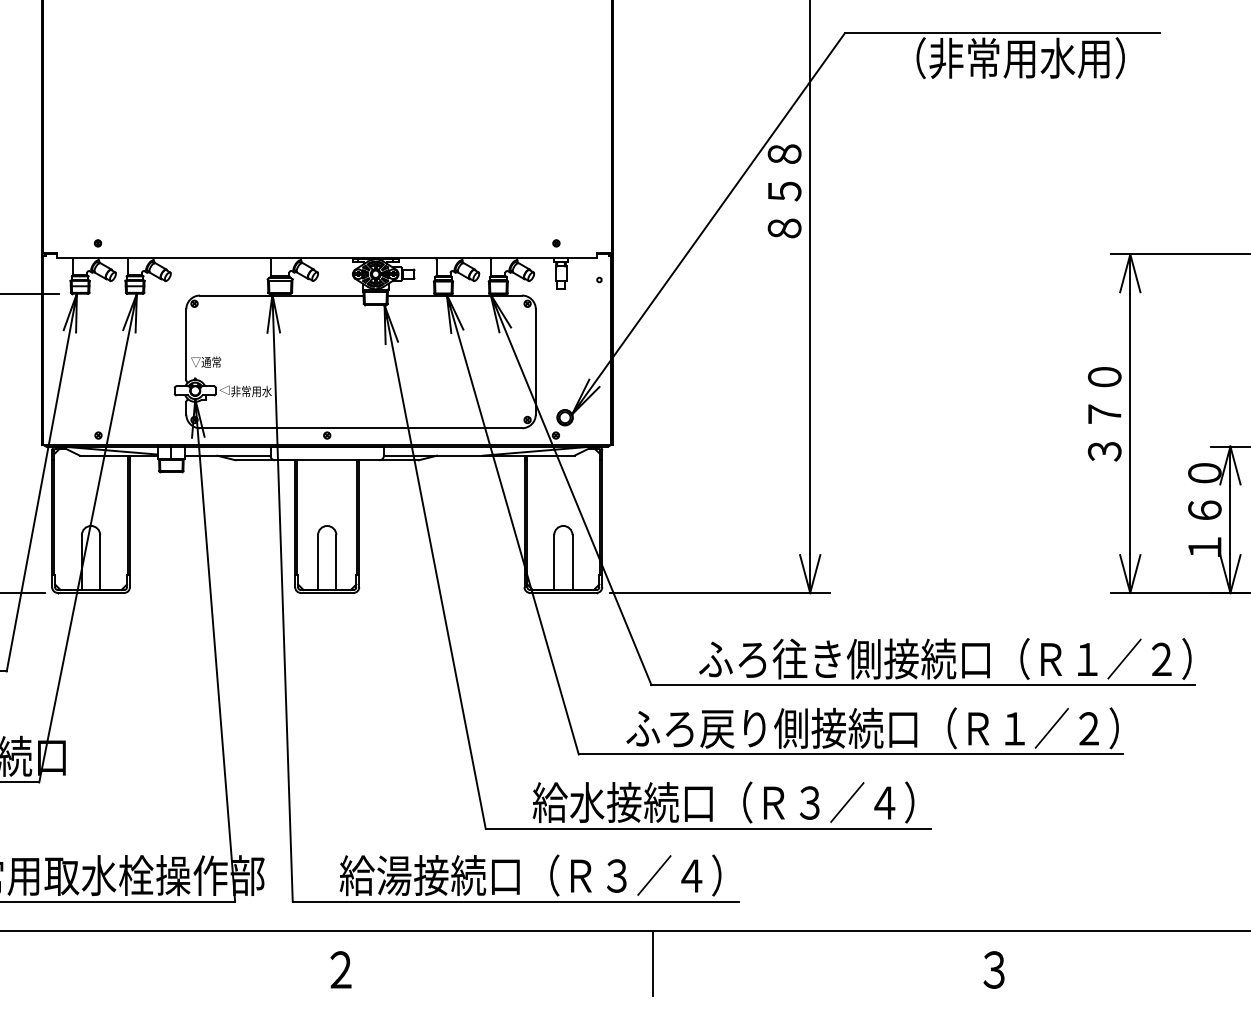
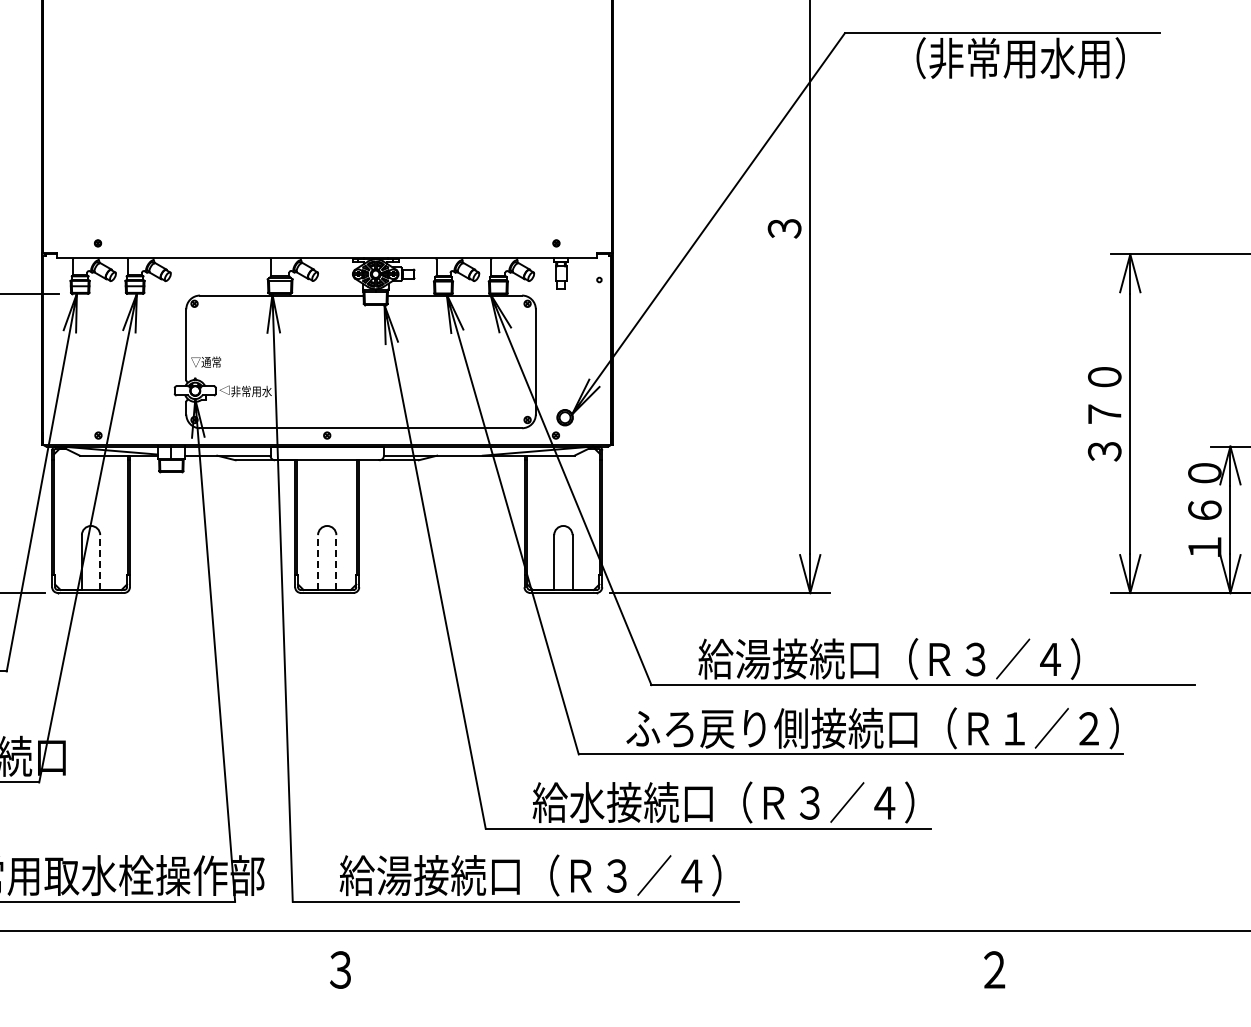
text at (784, 191): ８５８ -> ３
line at (100, 562): solid -> dashed
line at (318, 562): solid -> dashed
line at (336, 562): solid -> dashed
text at (944, 658): ふろ往き側接続口（Ｒ１／２） -> 給湯接続口（Ｒ３／４）
line at (653, 963): present -> none
text at (340, 969): ２ -> ３
text at (994, 969): ３ -> ２
